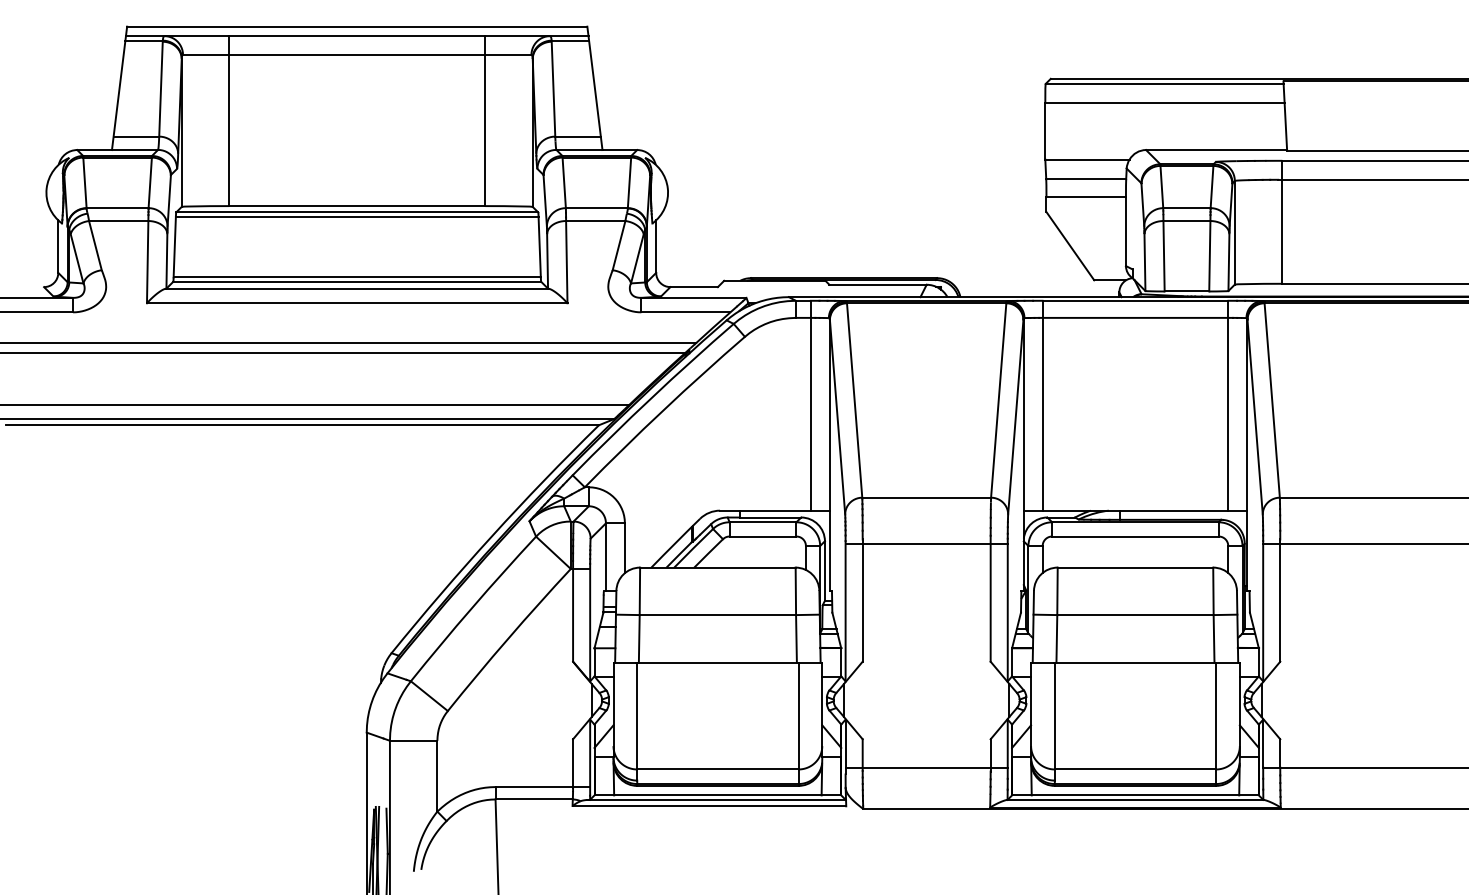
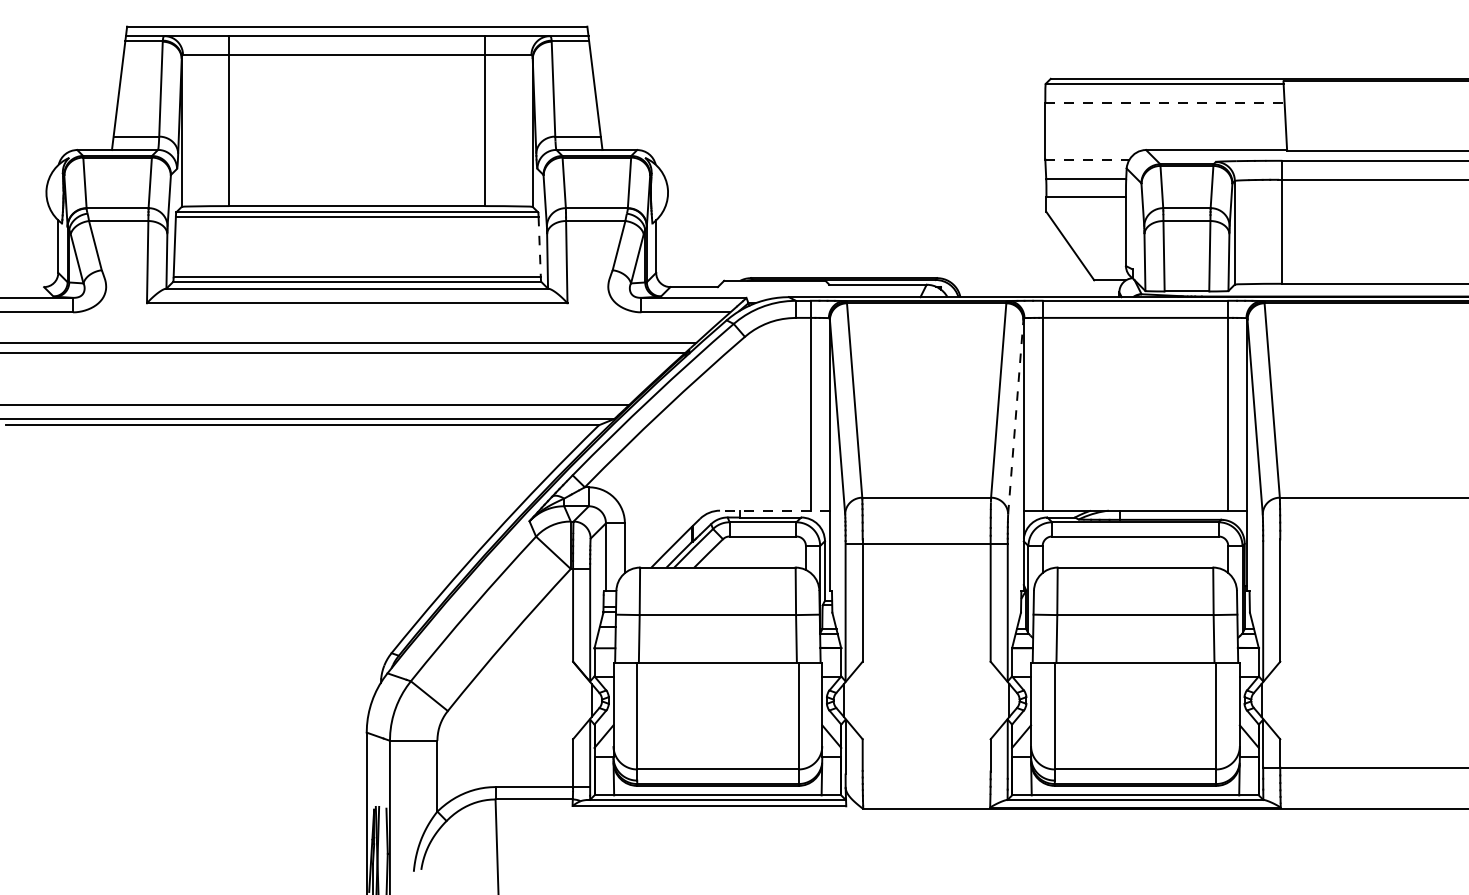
line at (1164, 102): solid -> dashed
line at (1087, 159): solid -> dashed
line at (539, 247): solid -> dashed
line at (1015, 417): solid -> dashed
line at (774, 510): solid -> dashed
line at (1364, 544): present -> none
line at (926, 767): present -> none
